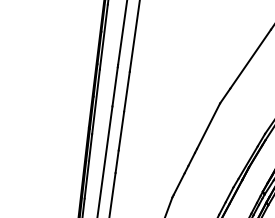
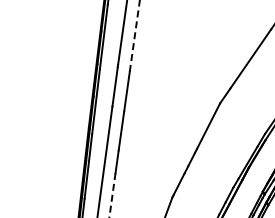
line at (134, 36): solid -> dashed
line at (112, 195): solid -> dashed
